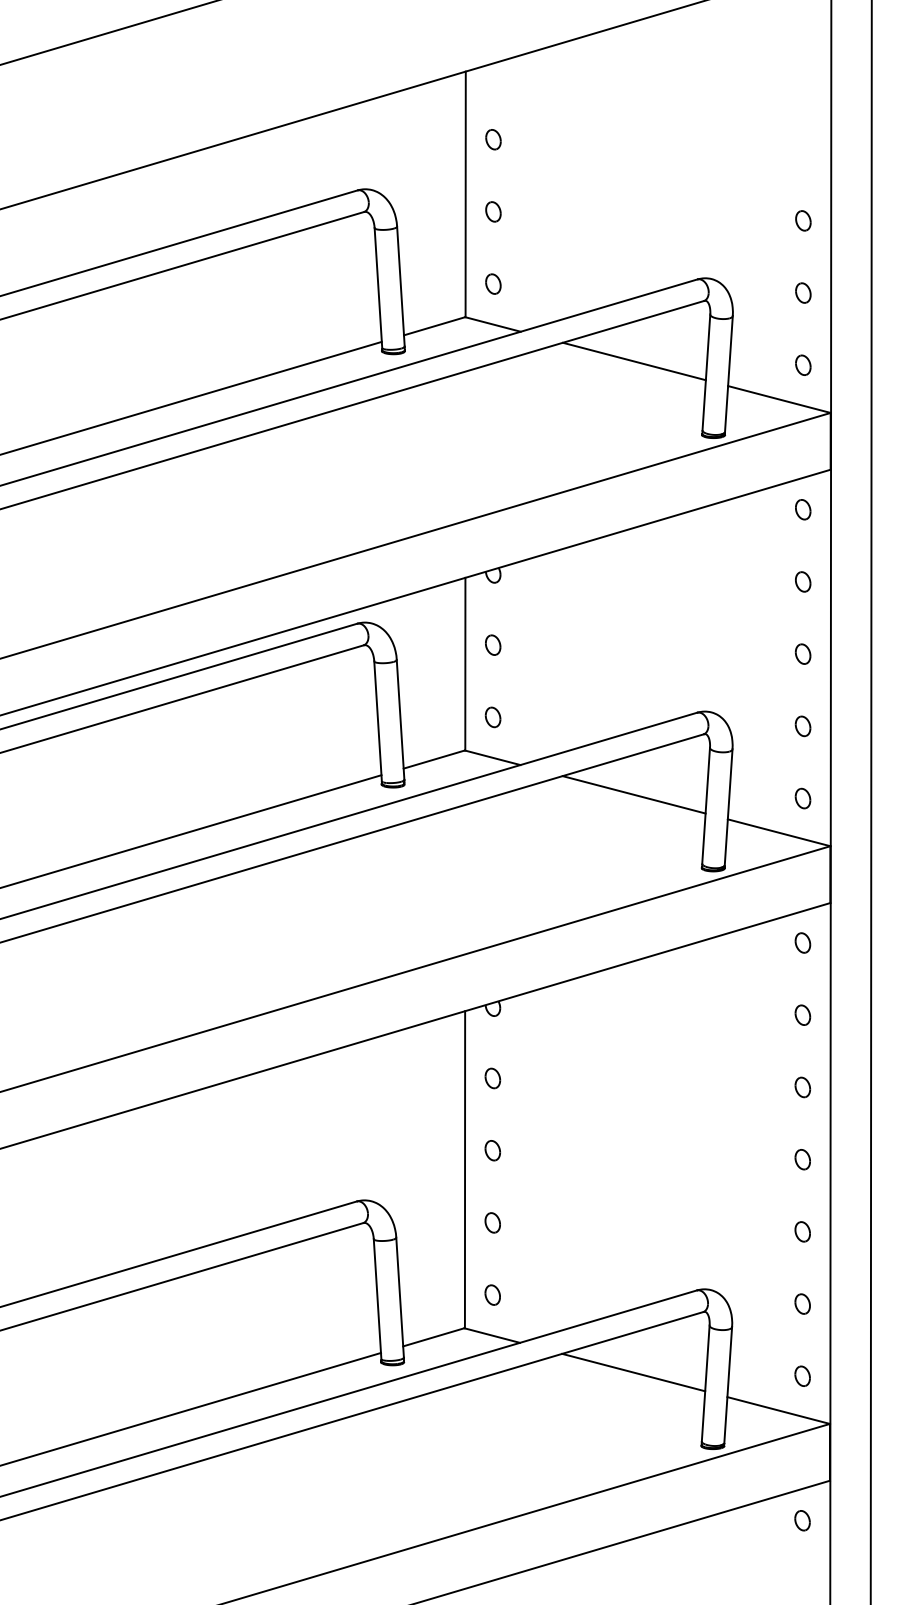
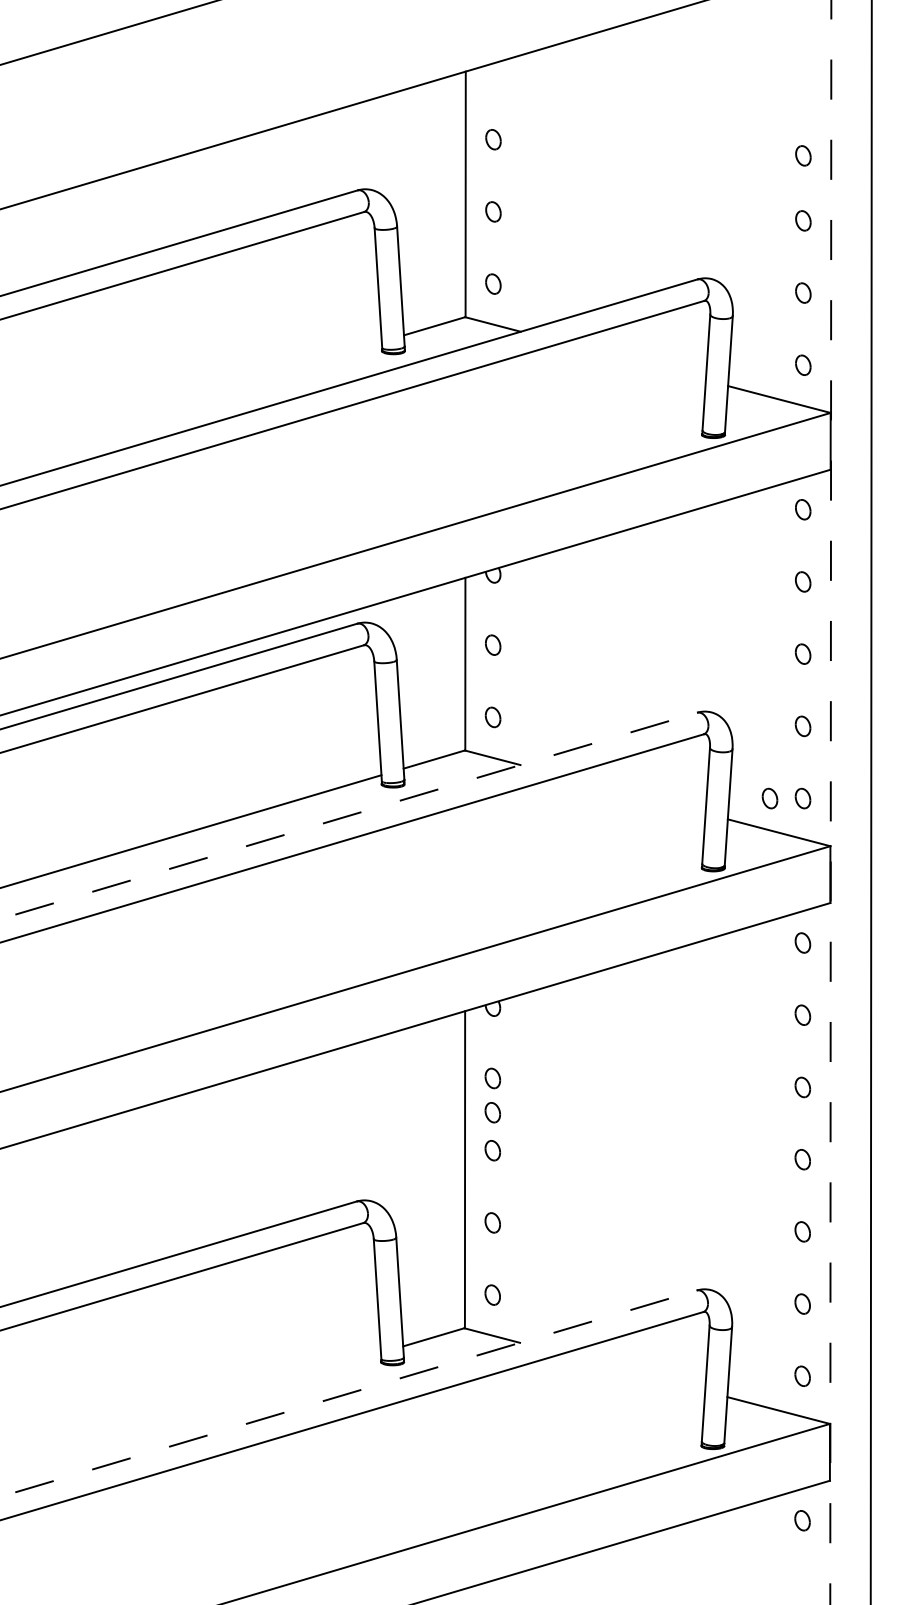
part at (803, 155): none -> present
line at (633, 361): present -> none
line at (191, 397): present -> none
line at (633, 794): present -> none
part at (769, 798): none -> present
line at (830, 802): solid -> dashed
line at (349, 815): solid -> dashed
part at (492, 1112): none -> present
line at (633, 1372): present -> none
line at (348, 1393): solid -> dashed
line at (191, 1408): present -> none
